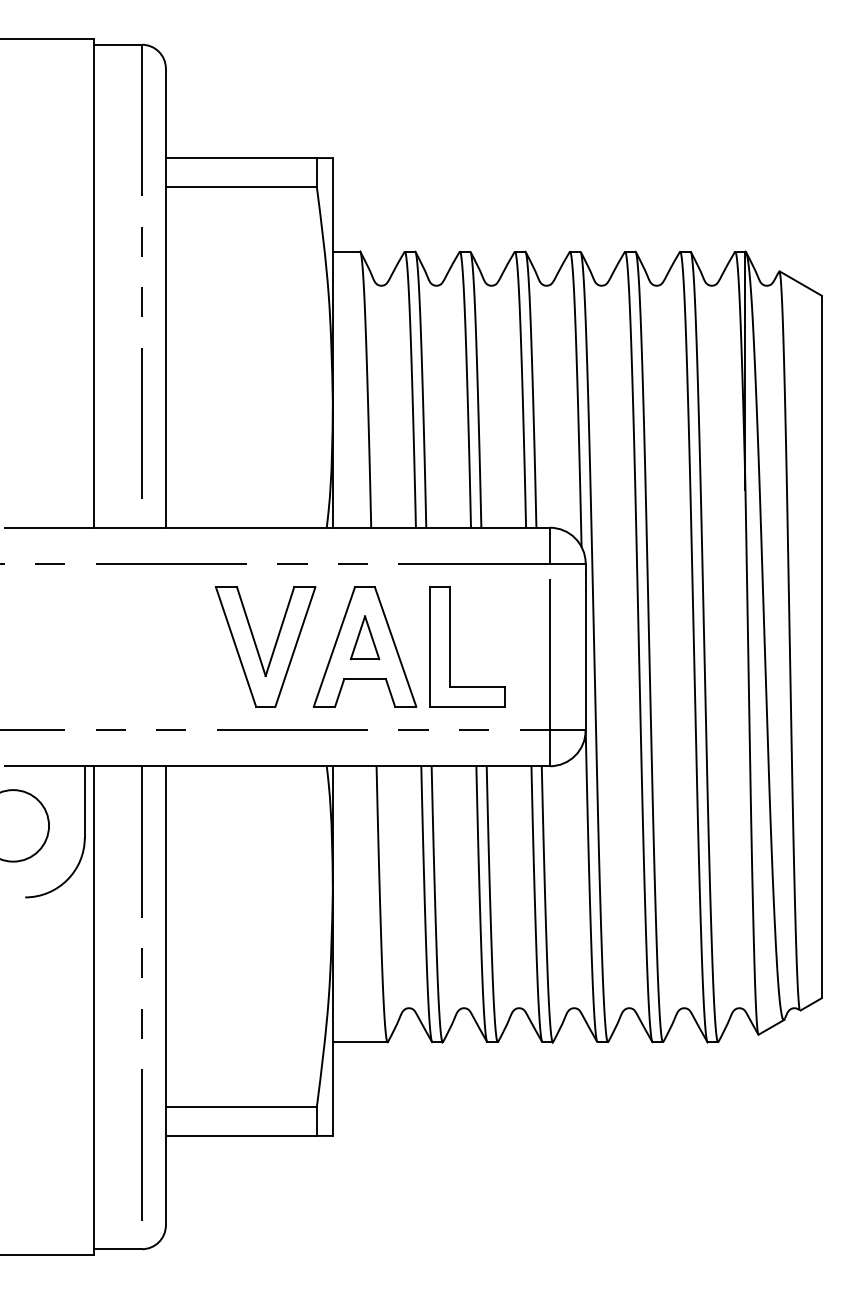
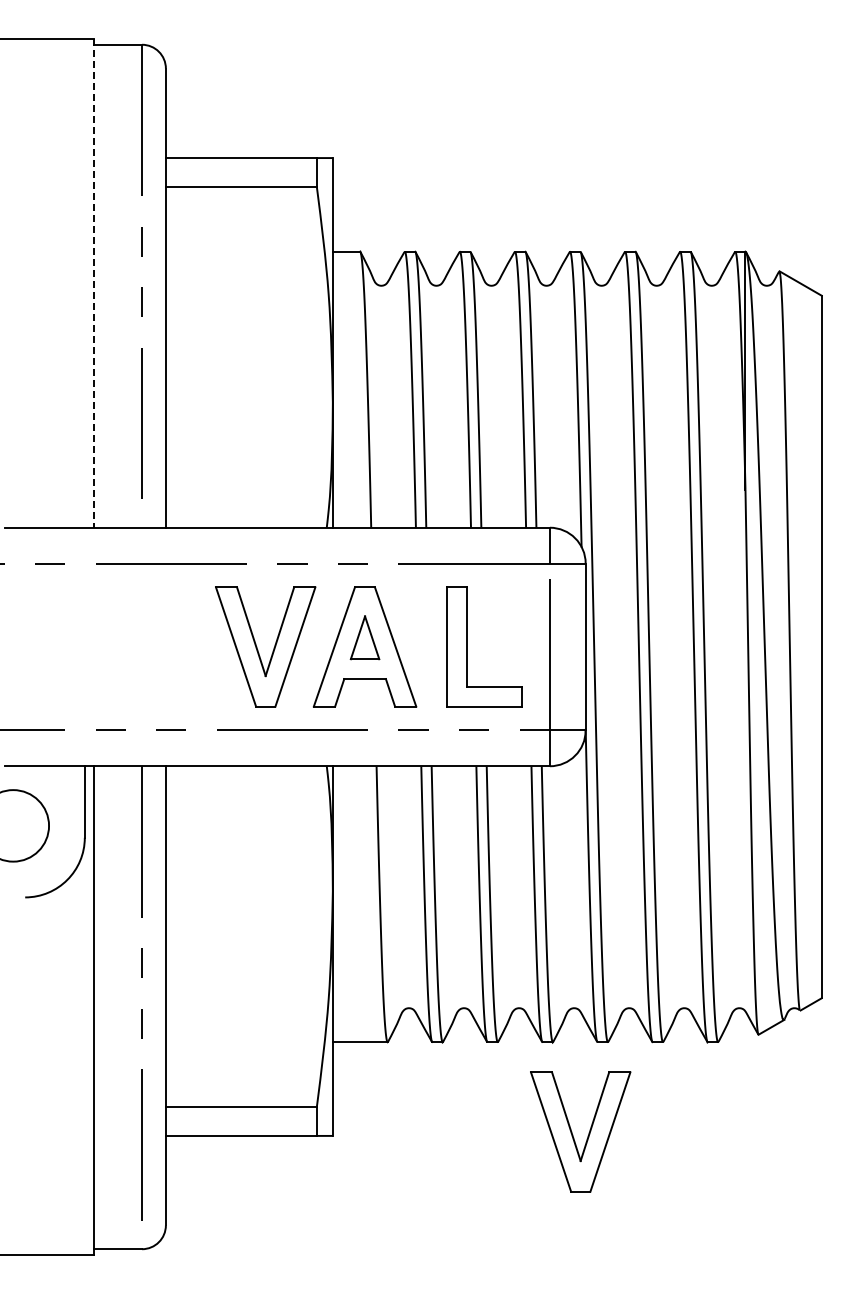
line at (94, 283): solid -> dashed
part at (450, 646) position: (450, 646) -> (467, 646)
part at (573, 1134): none -> present
